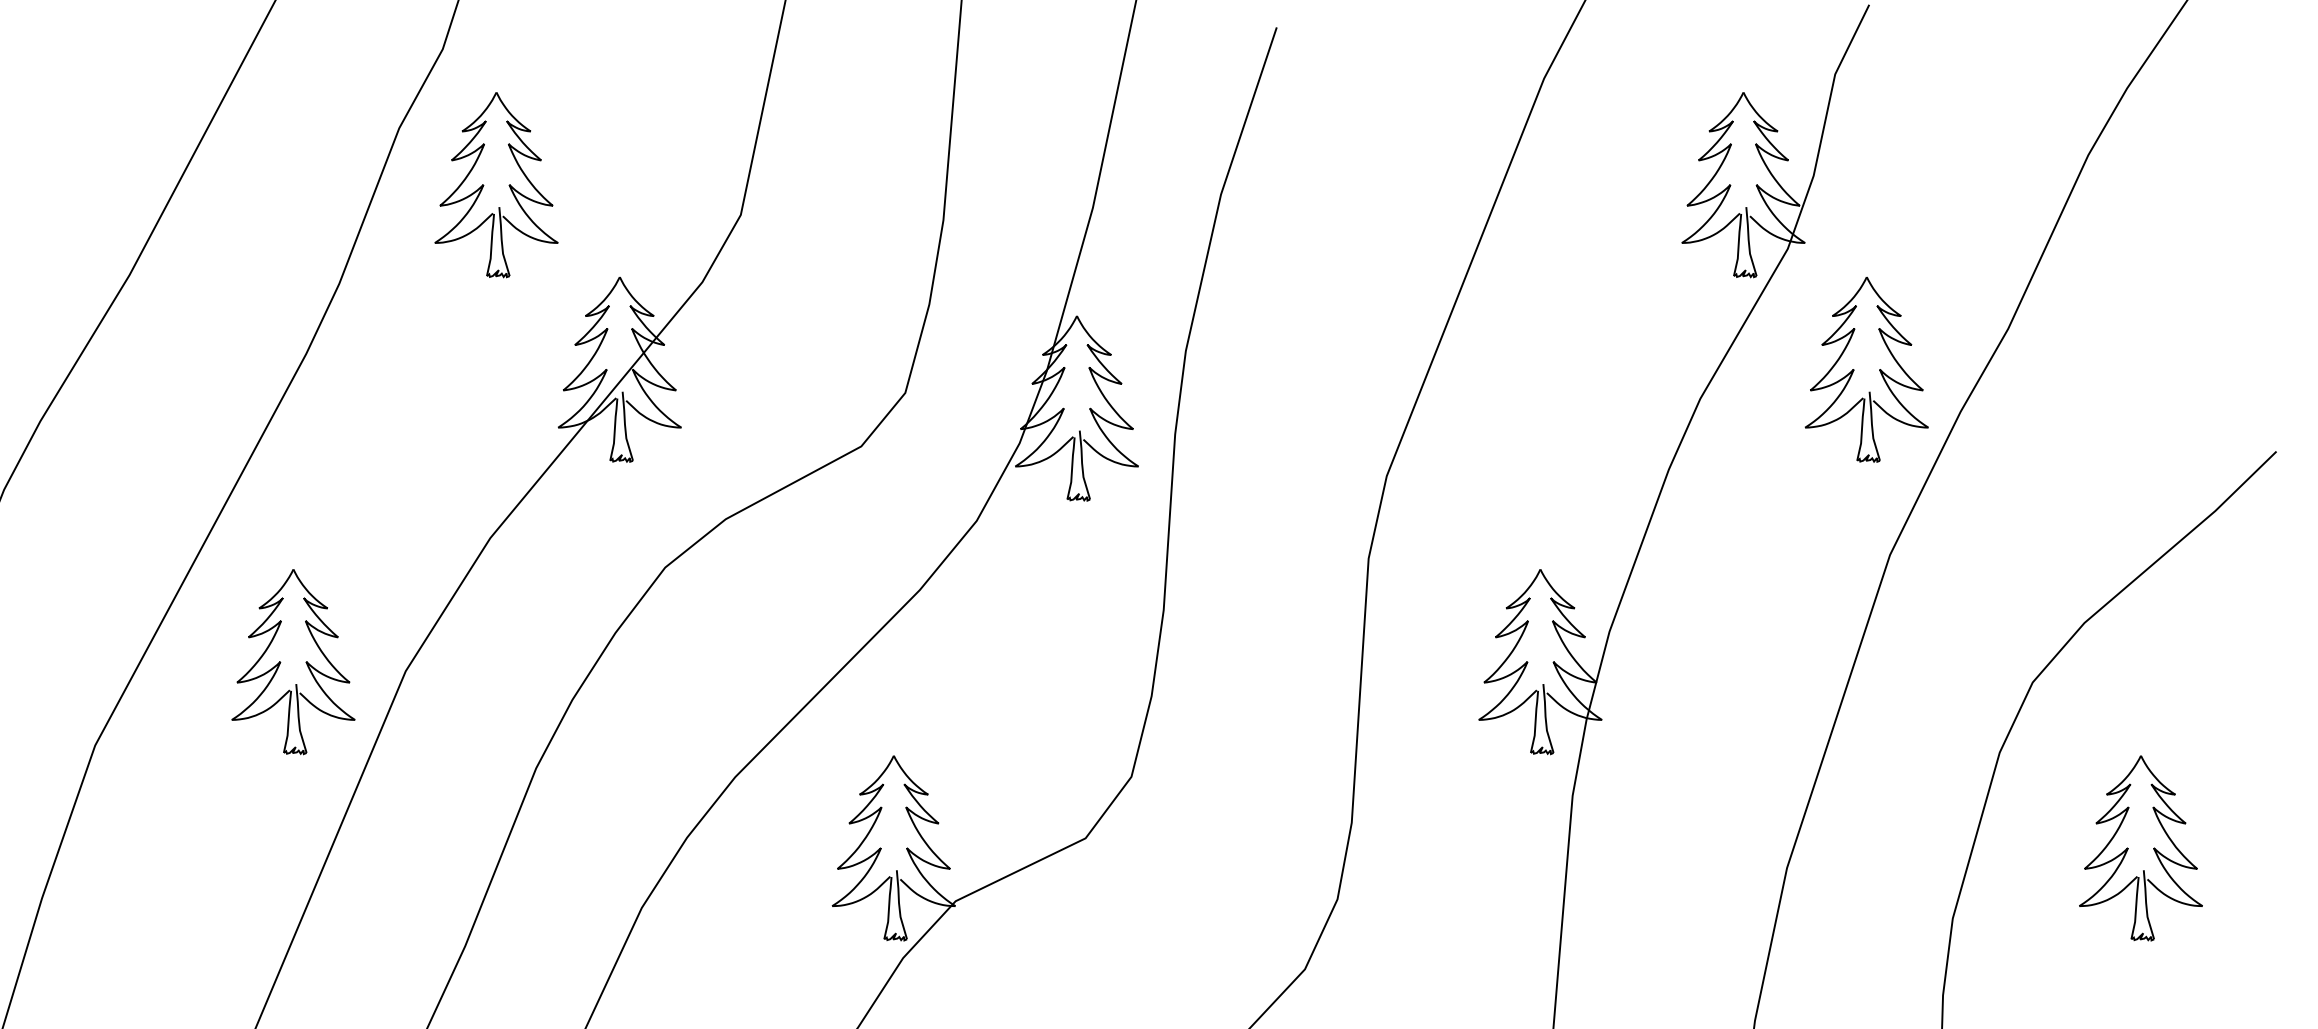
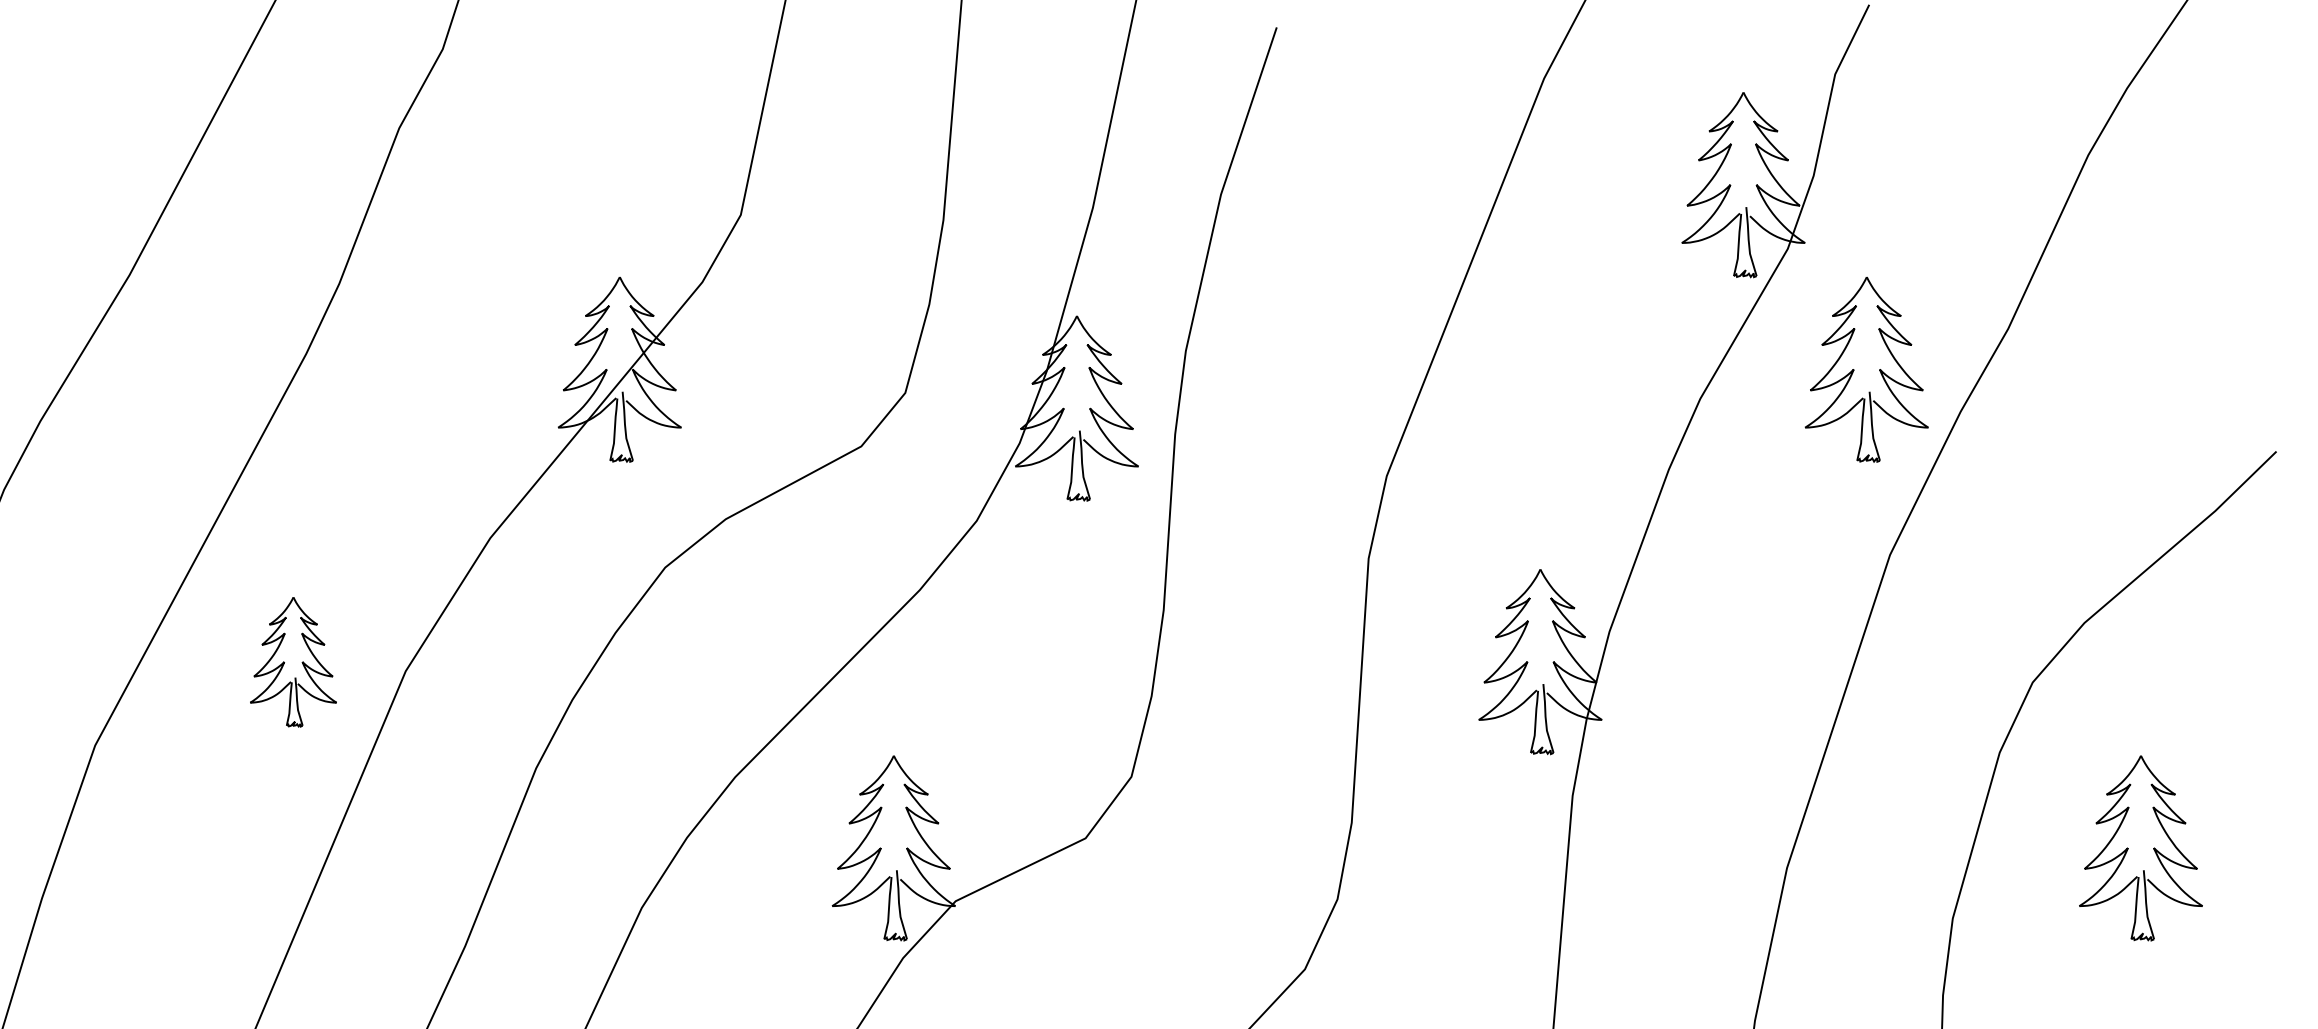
part at (496, 185): present -> none
part at (293, 662) size: 125x187 px -> 87x131 px
